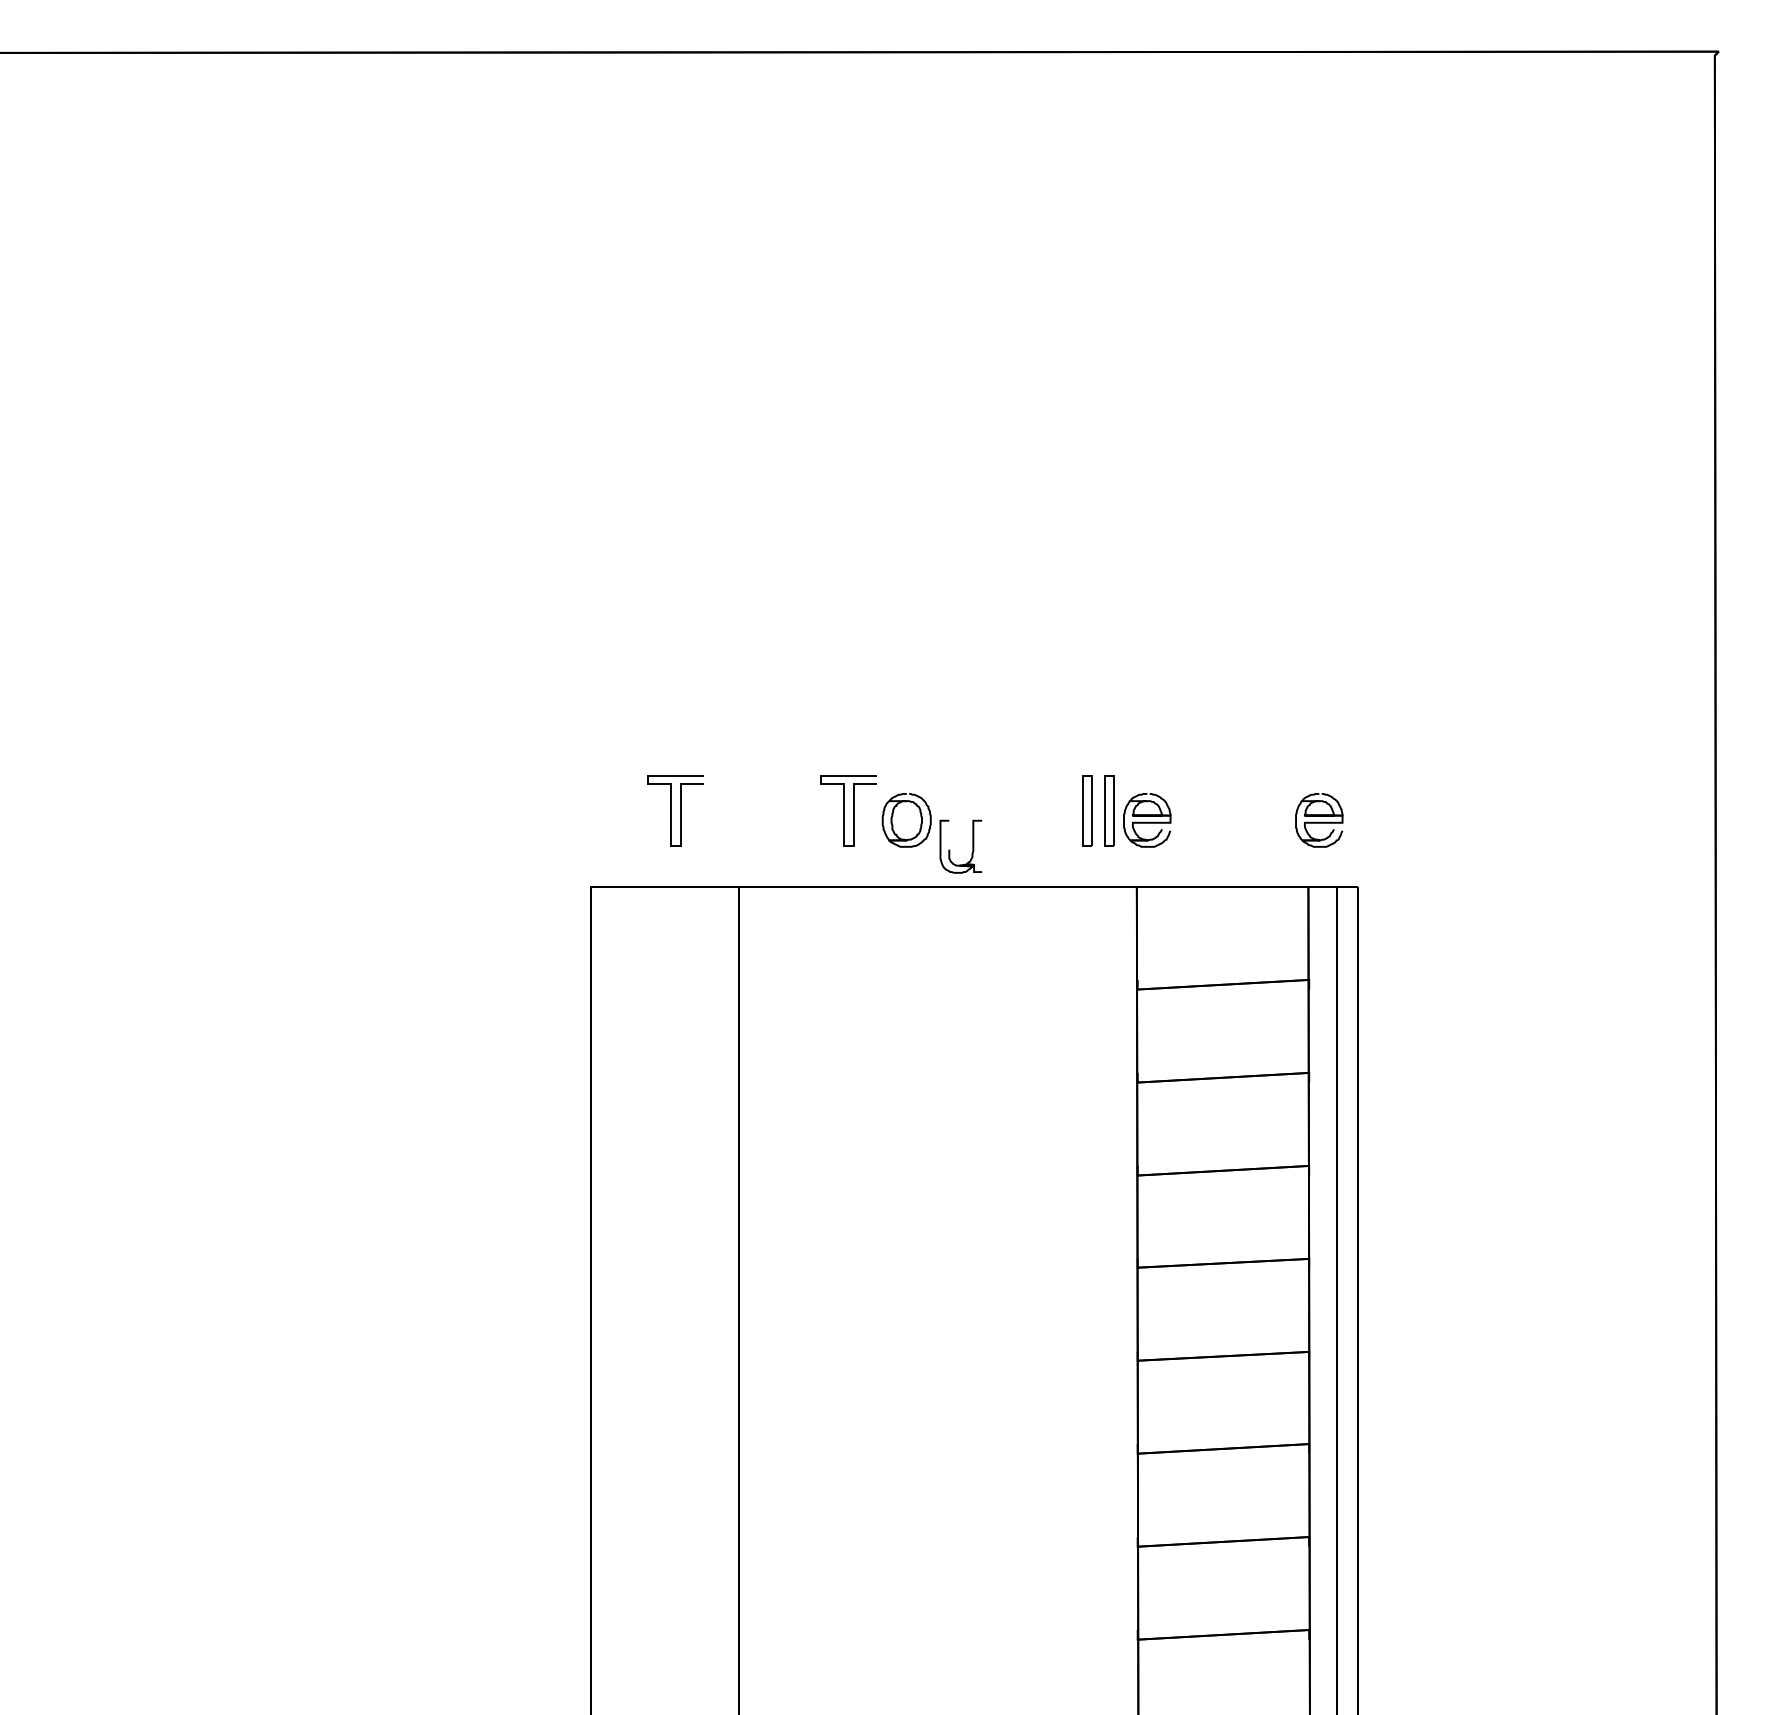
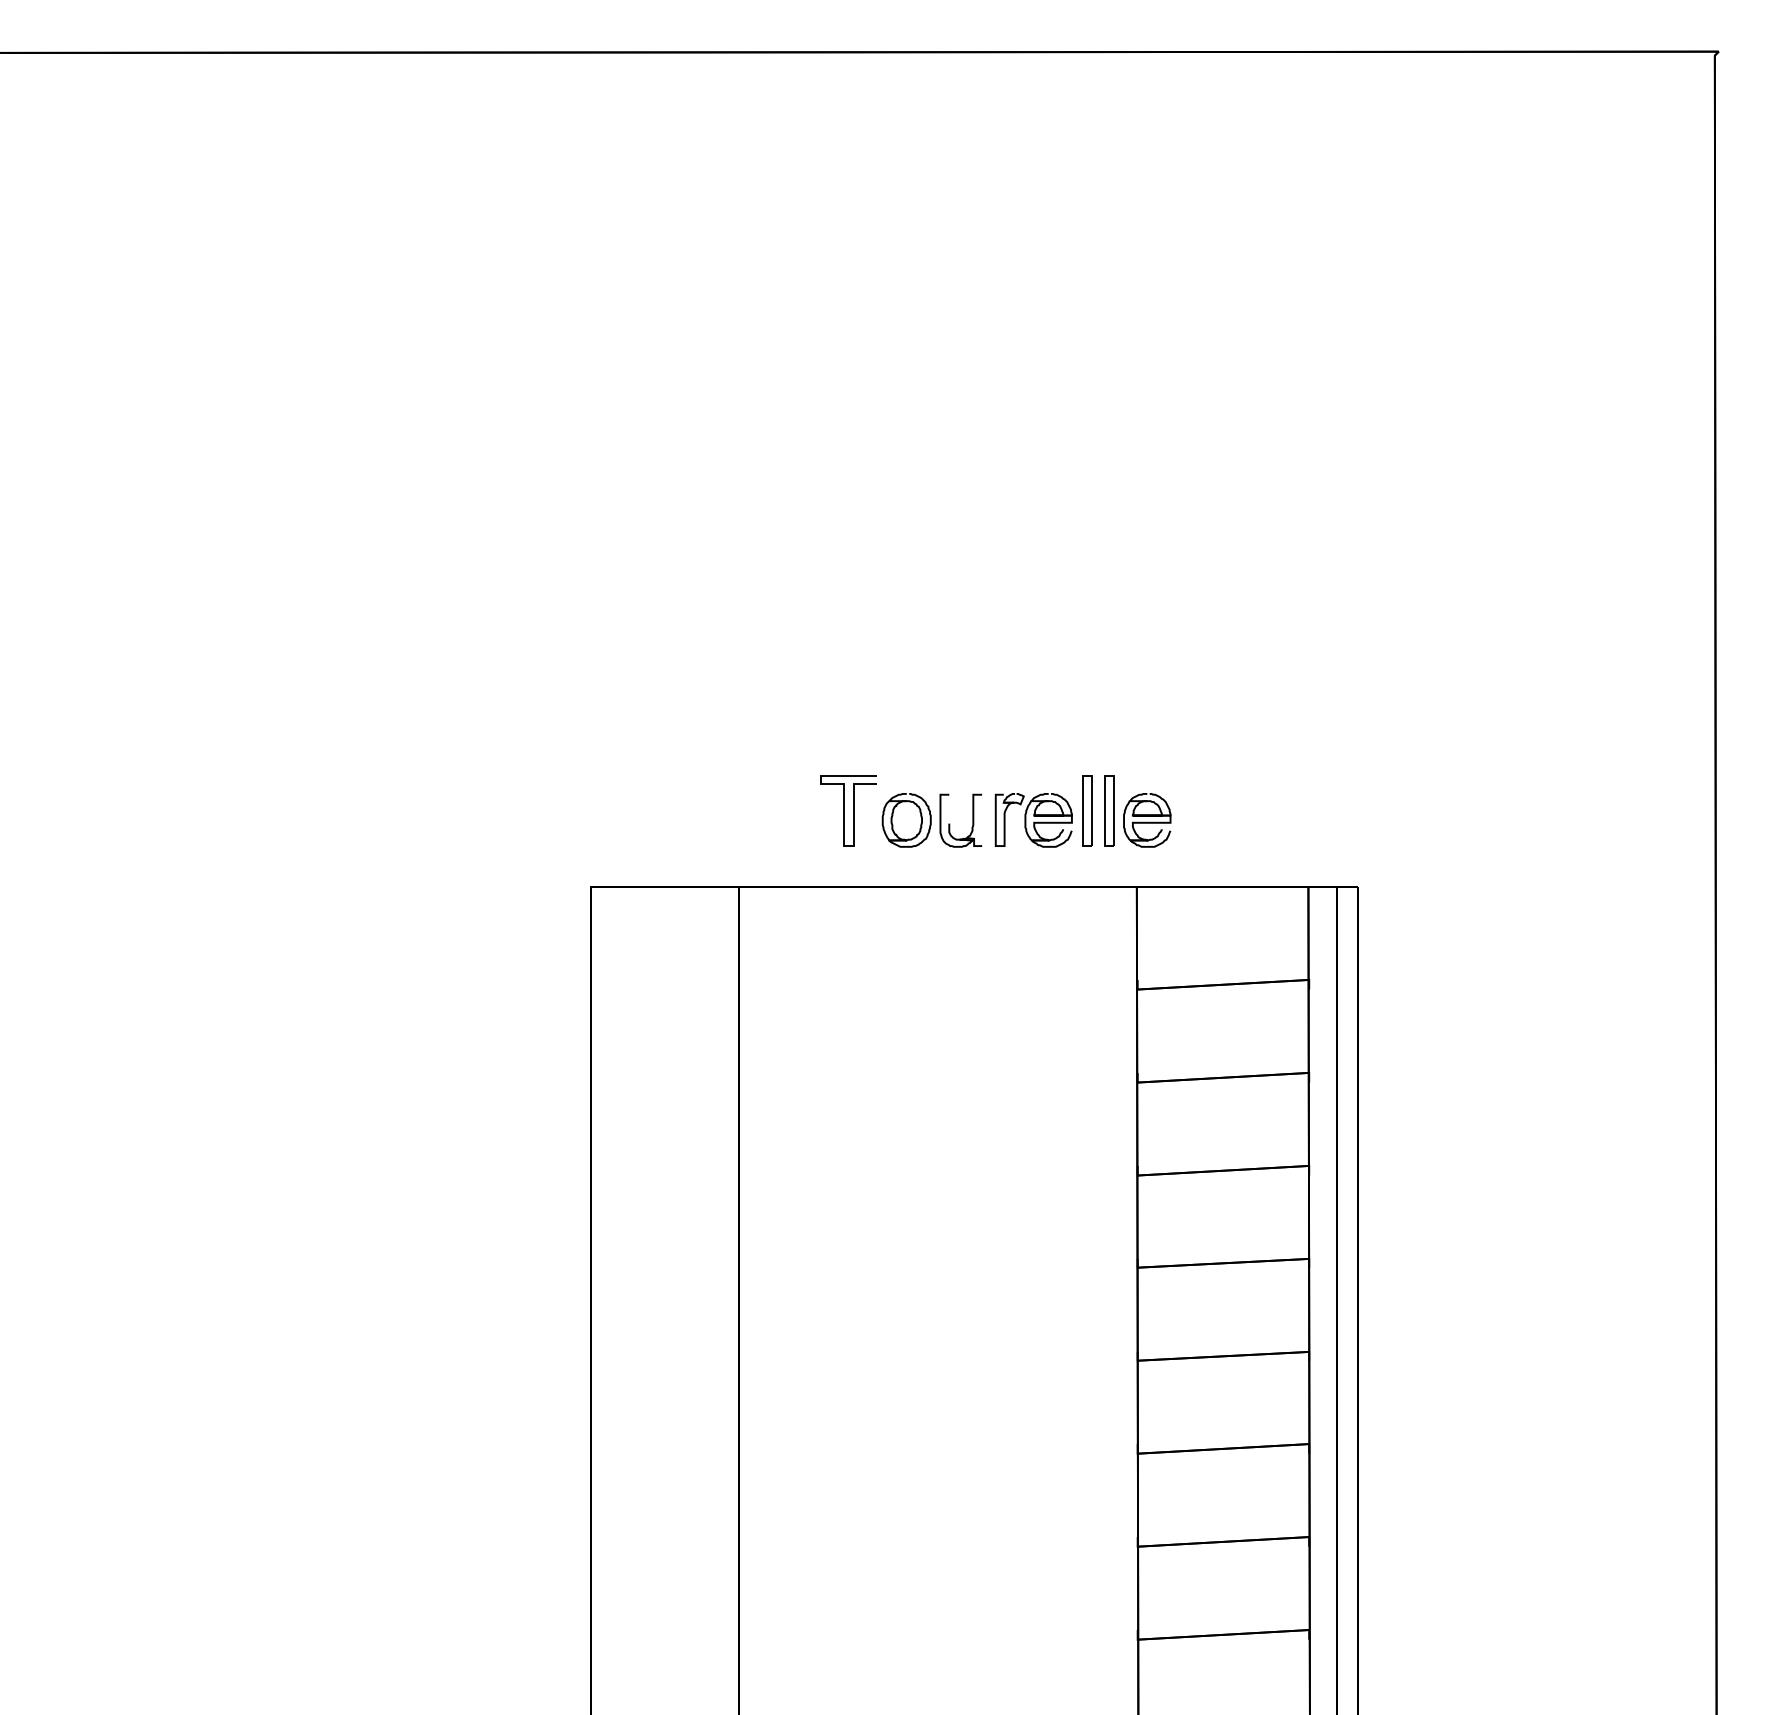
curve at (671, 810): present -> none
part at (1033, 820): none -> present
part at (1319, 820): present -> none
part at (950, 850) position: (950, 850) -> (950, 824)
